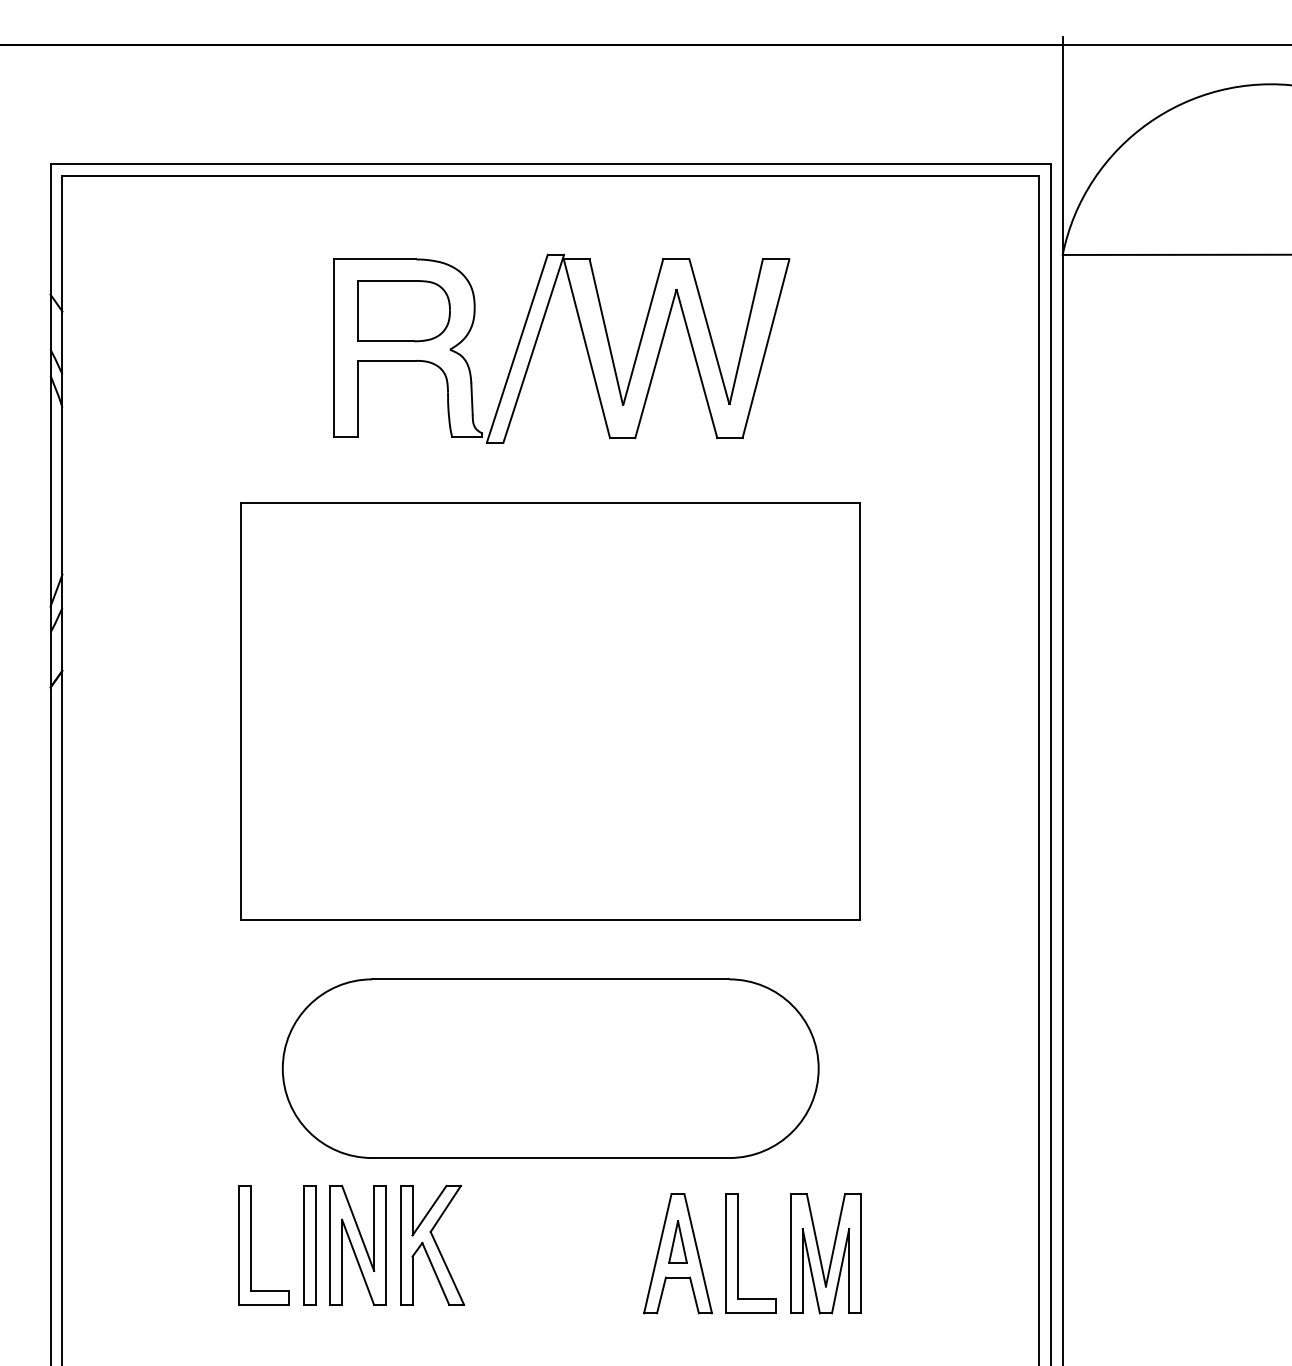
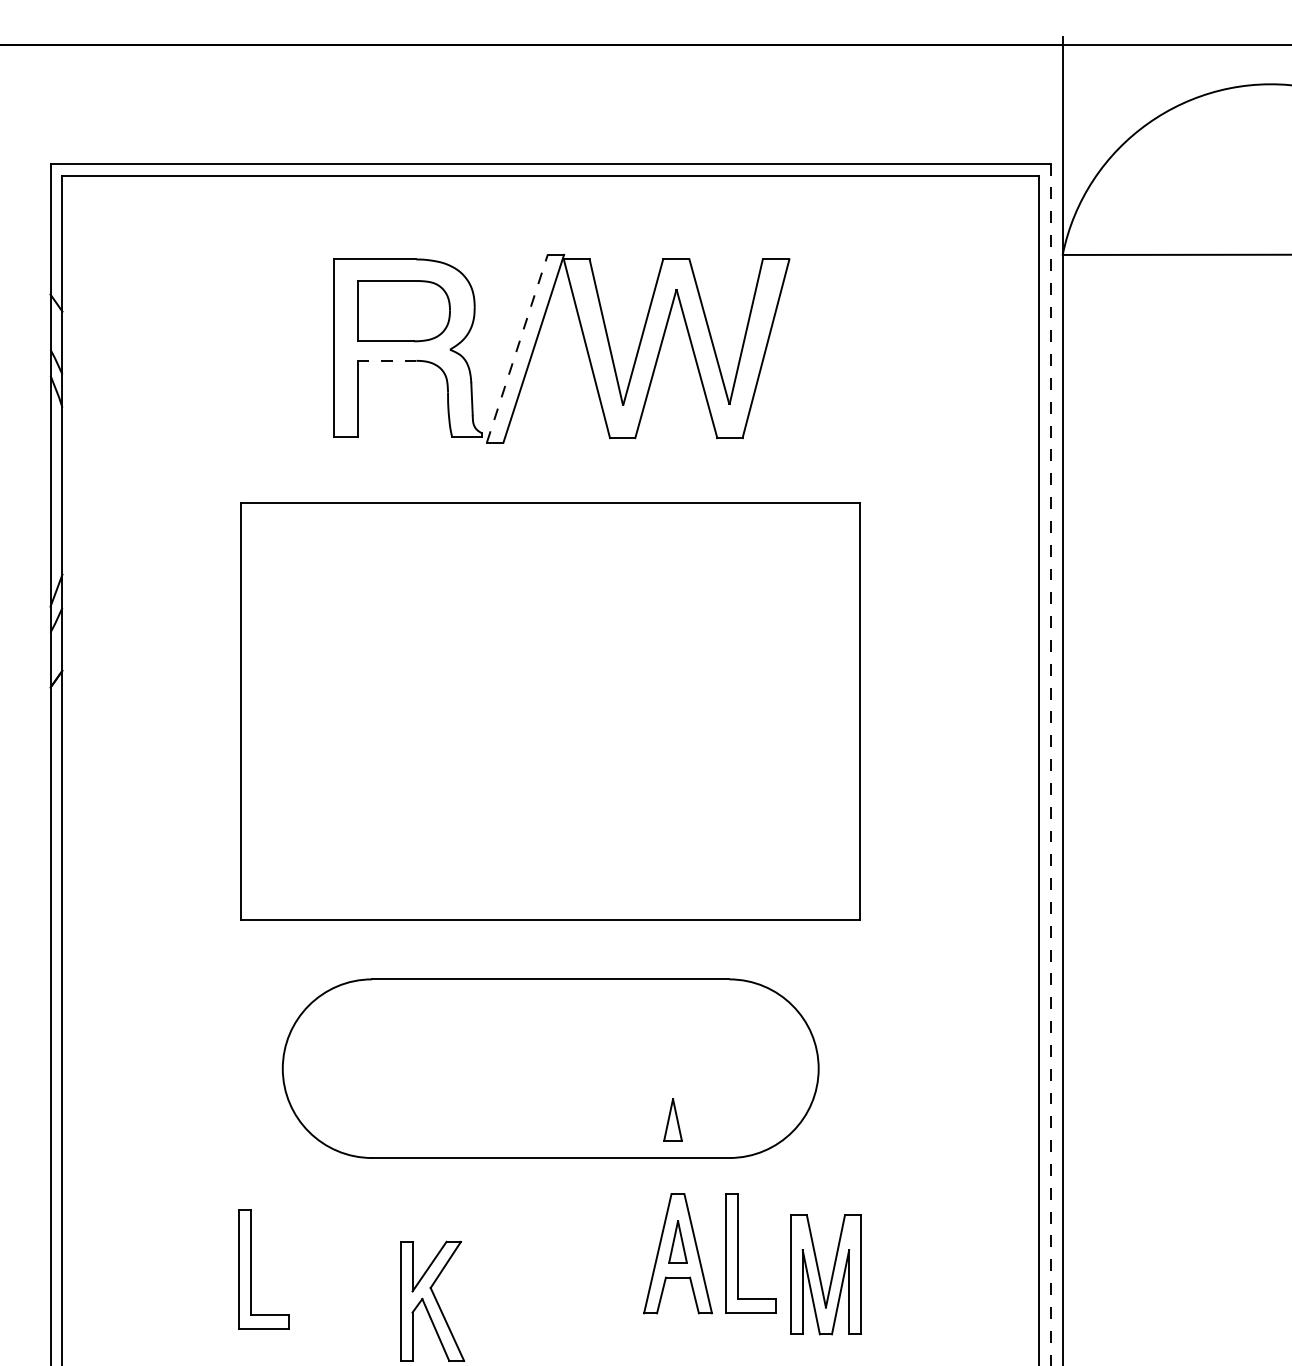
line at (517, 348): solid -> dashed
line at (386, 360): solid -> dashed
line at (1050, 764): solid -> dashed
part at (672, 1119): none -> present
part at (357, 1244): present -> none
part at (432, 1244) position: (432, 1244) -> (432, 1300)
part at (251, 1245) position: (251, 1245) -> (251, 1269)
part at (309, 1245): present -> none
part at (825, 1253) position: (825, 1253) -> (825, 1274)
